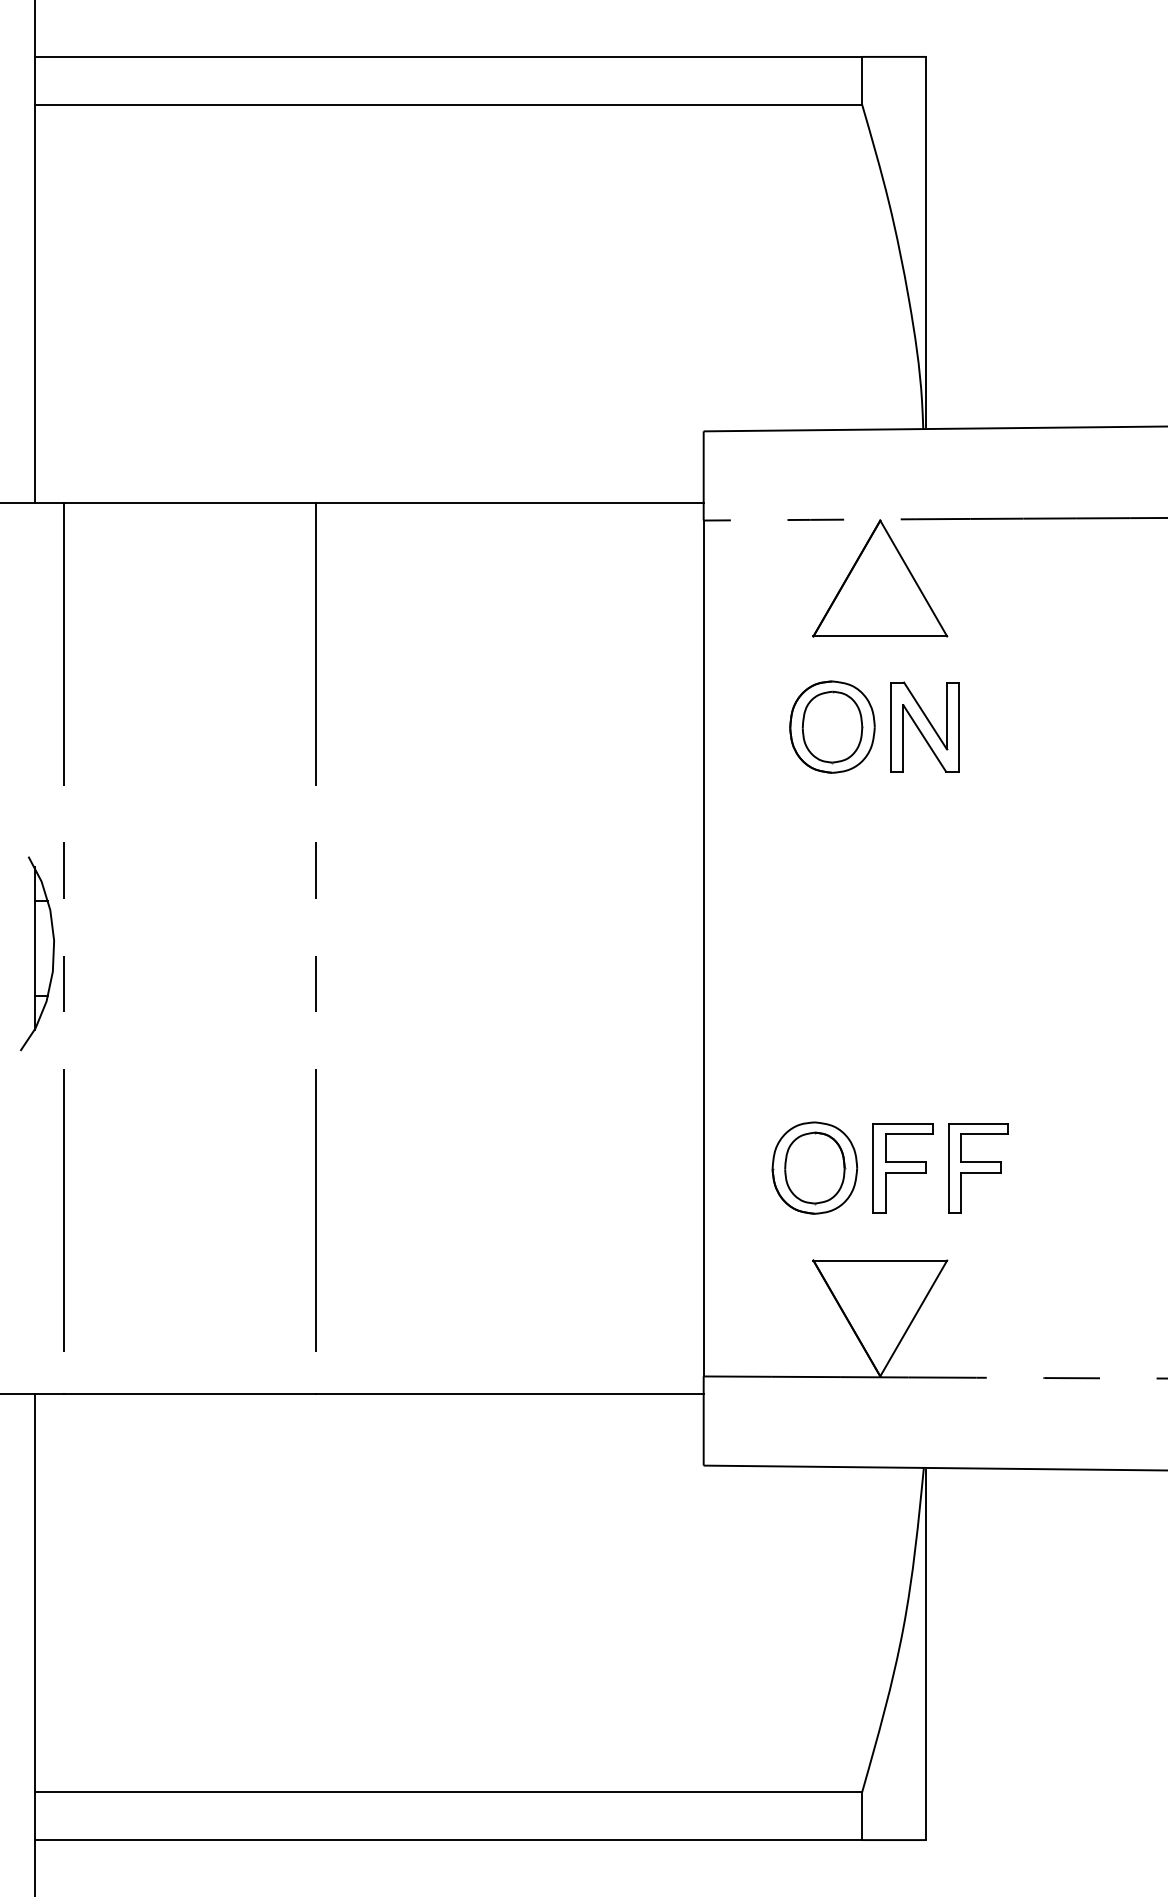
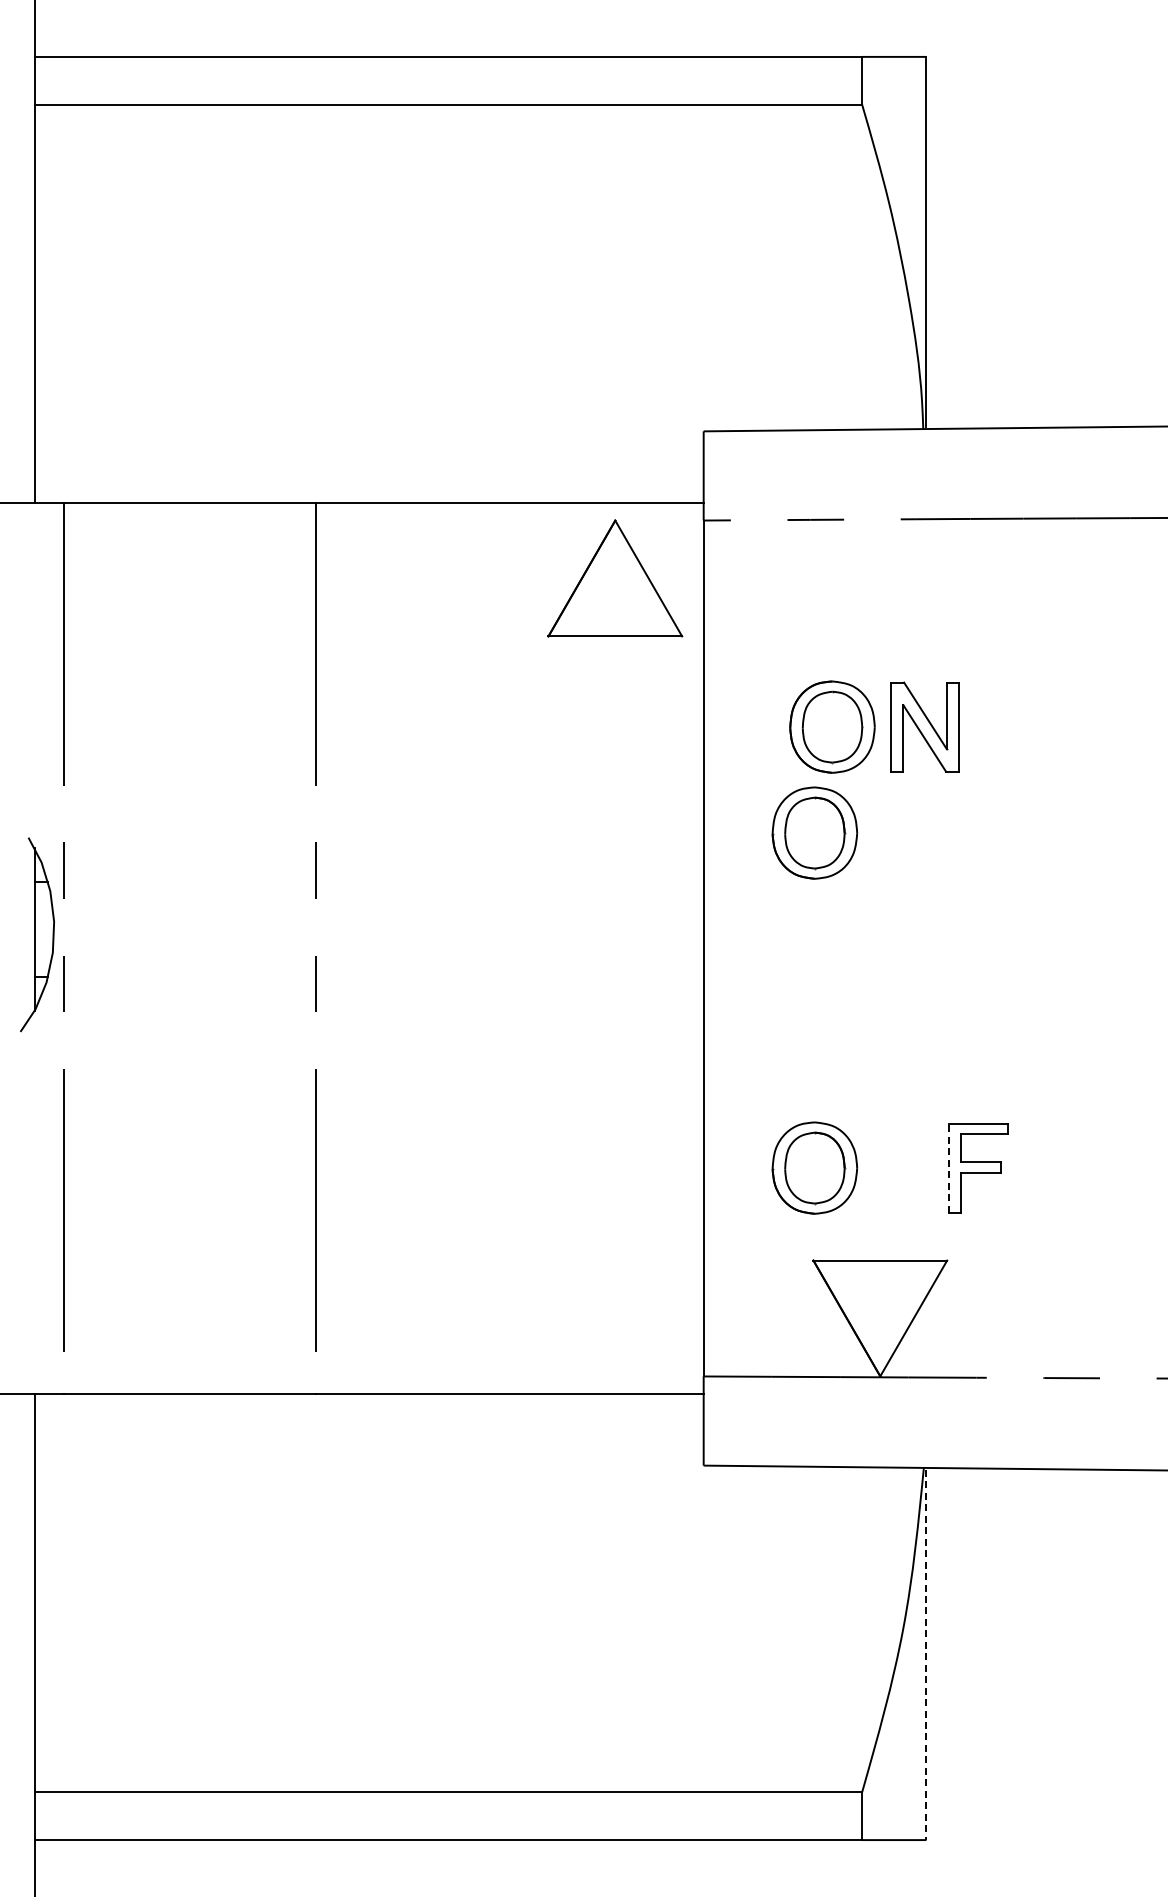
part at (880, 578) position: (880, 578) -> (615, 578)
part at (814, 832): none -> present
part at (37, 953) position: (37, 953) -> (37, 934)
part at (902, 1168): present -> none
line at (948, 1168): solid -> dashed
line at (926, 1655): solid -> dashed
